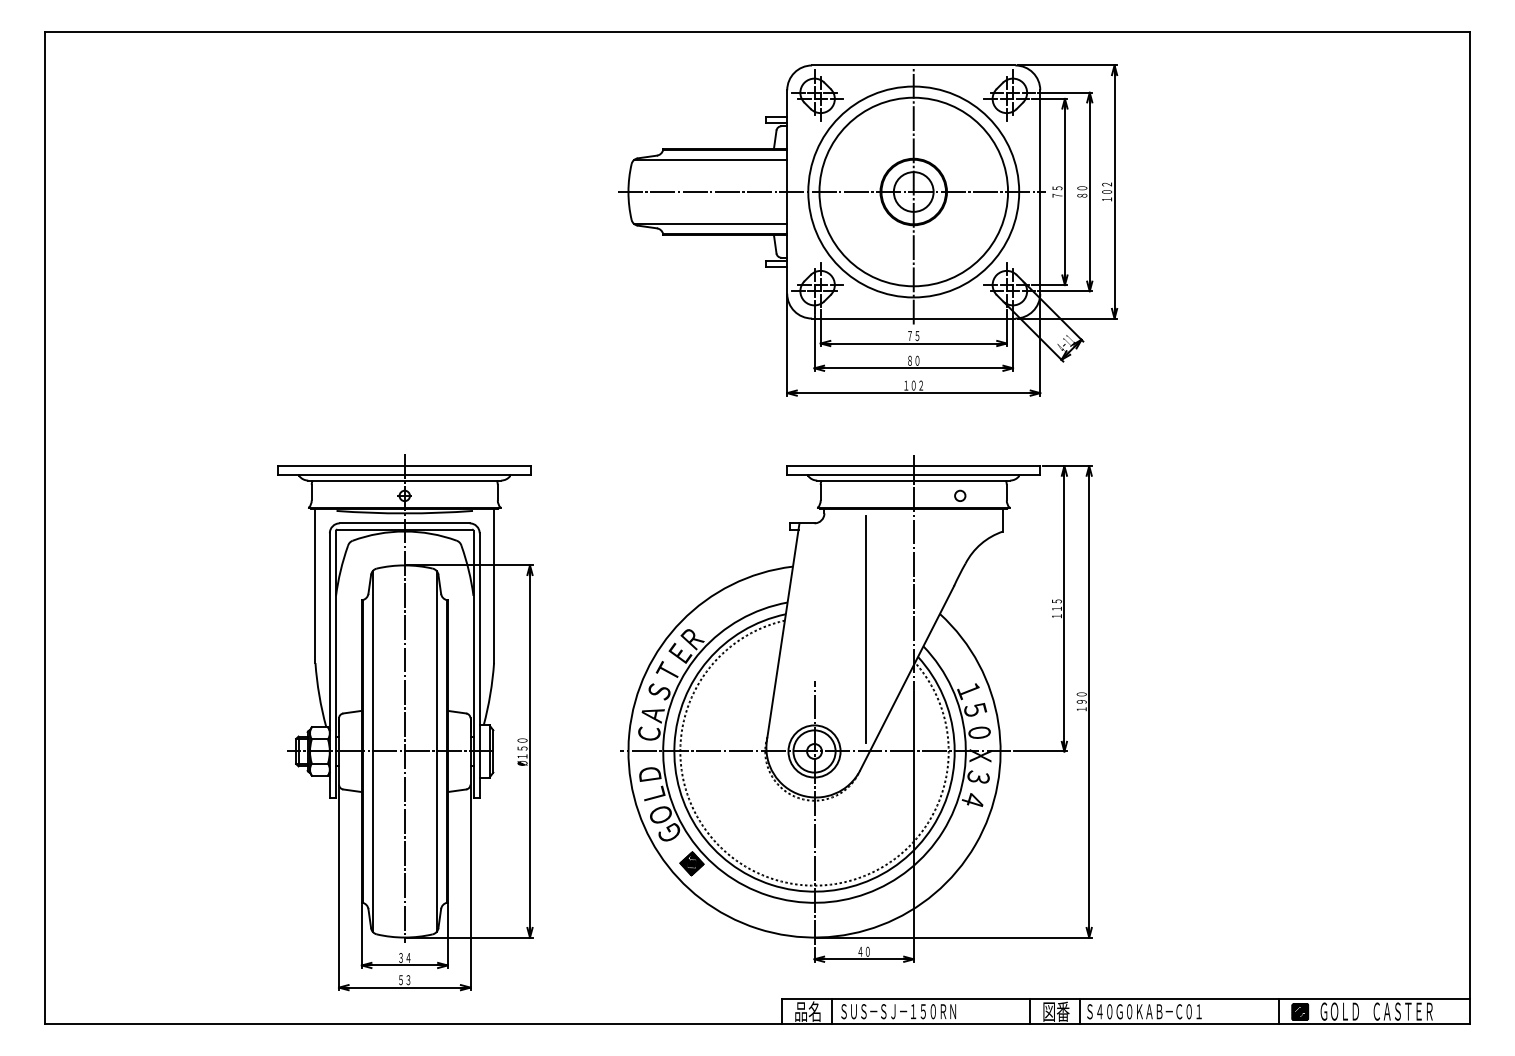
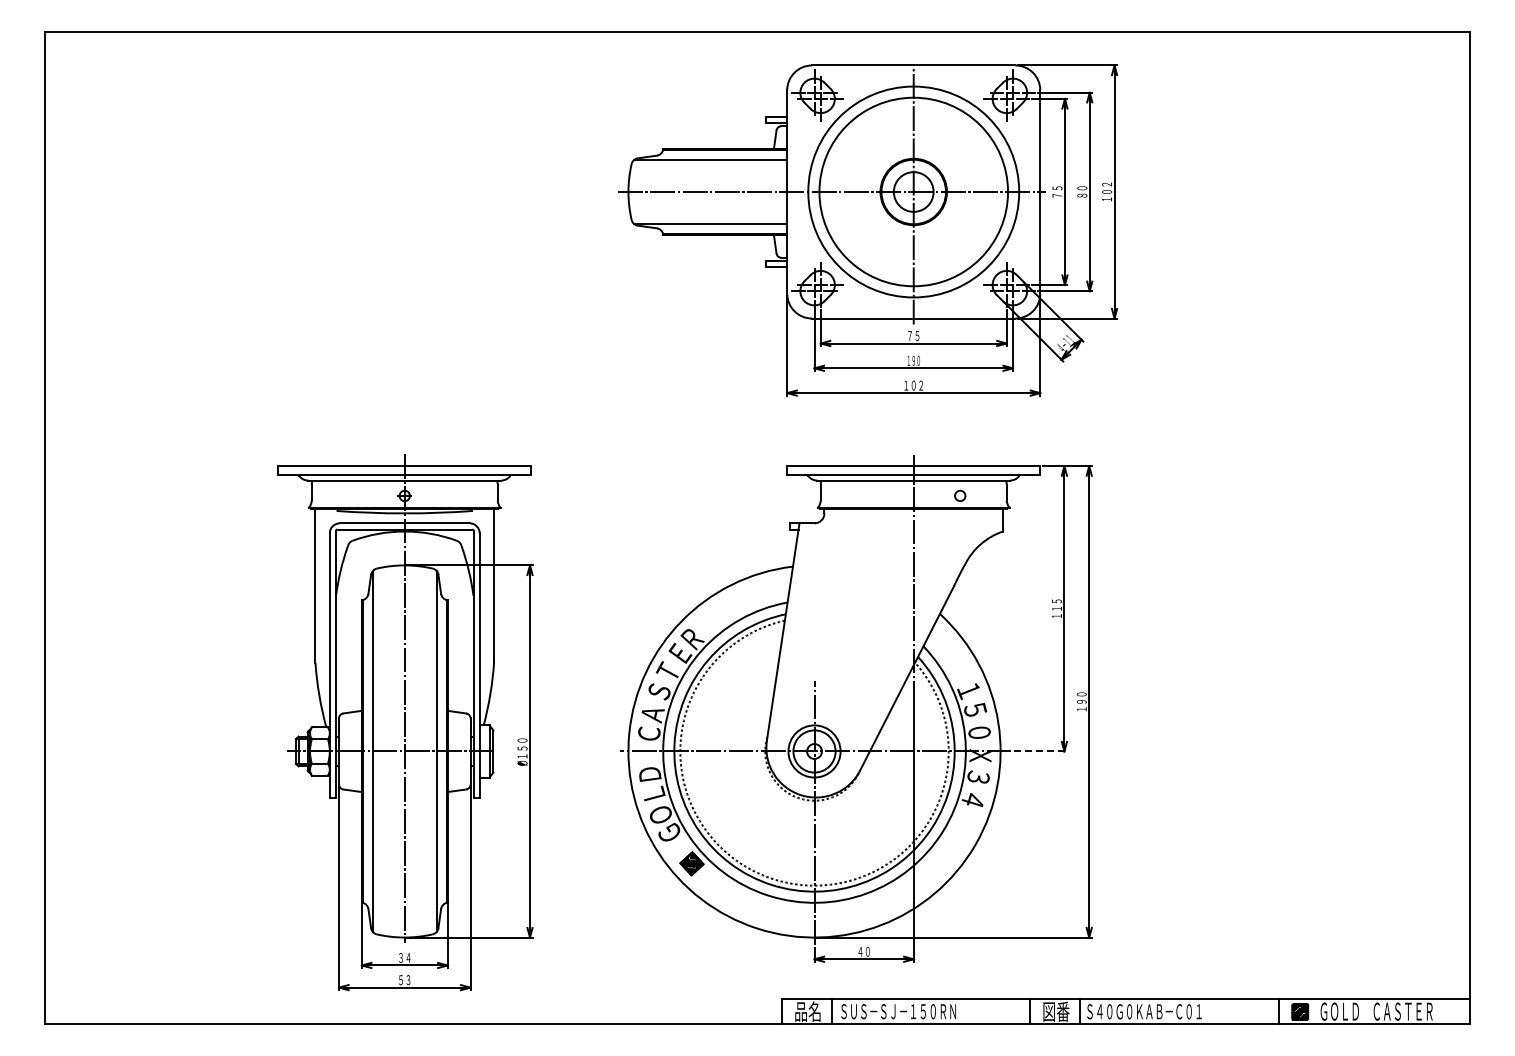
text at (913, 360): ８０ -> １９０
line at (866, 629): present -> none
line at (1040, 751): solid -> dashed
